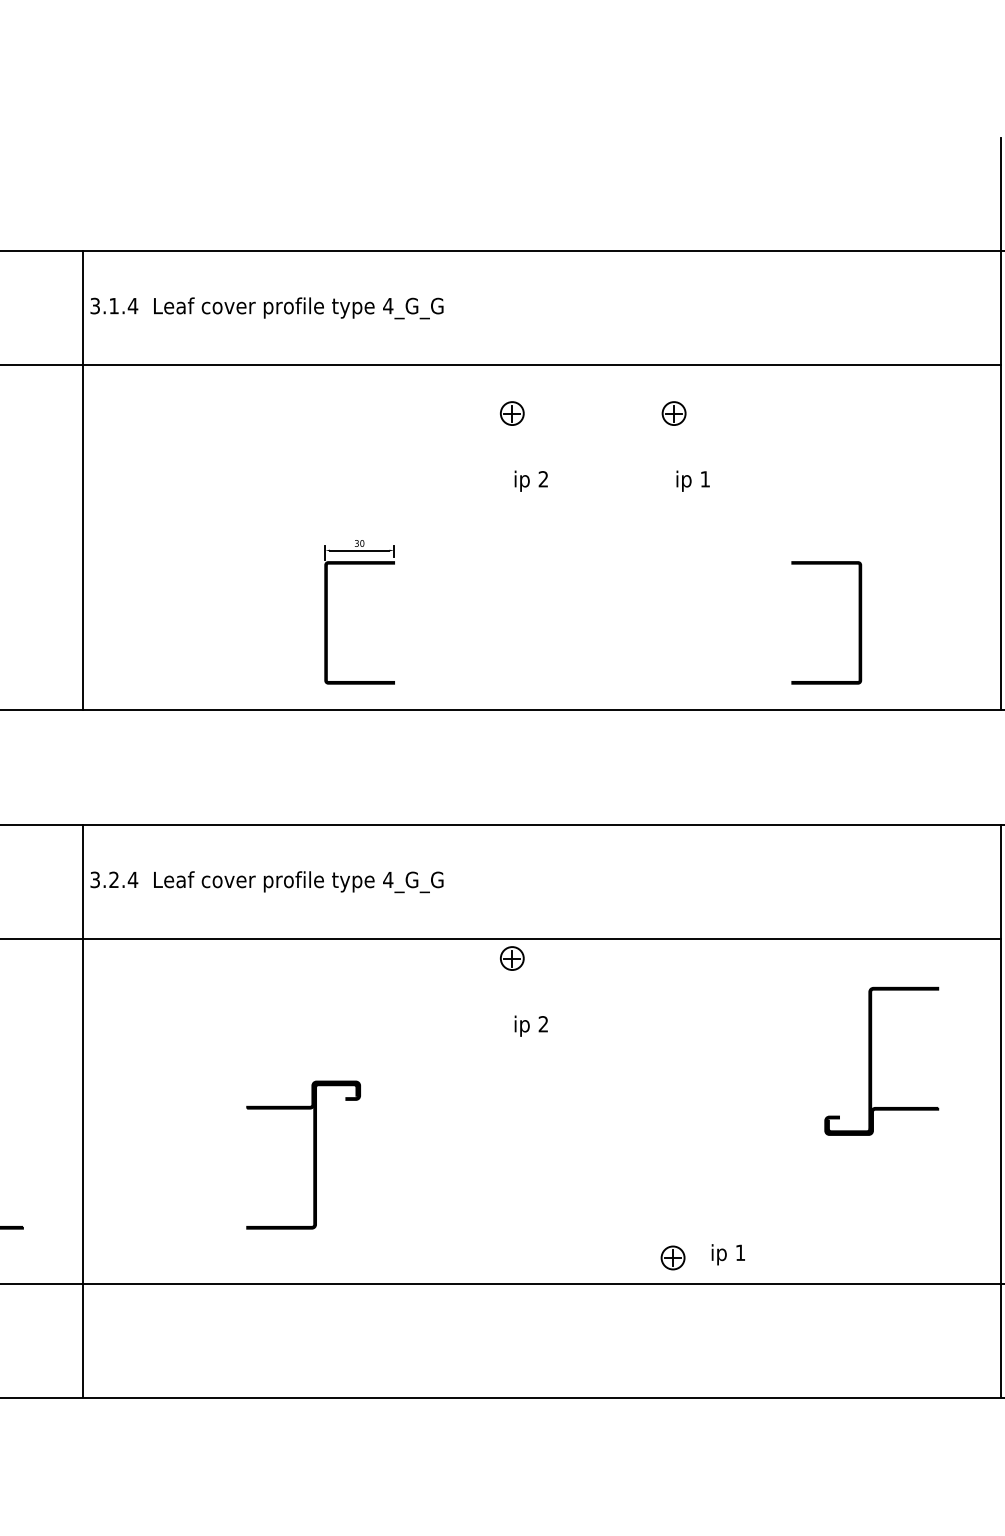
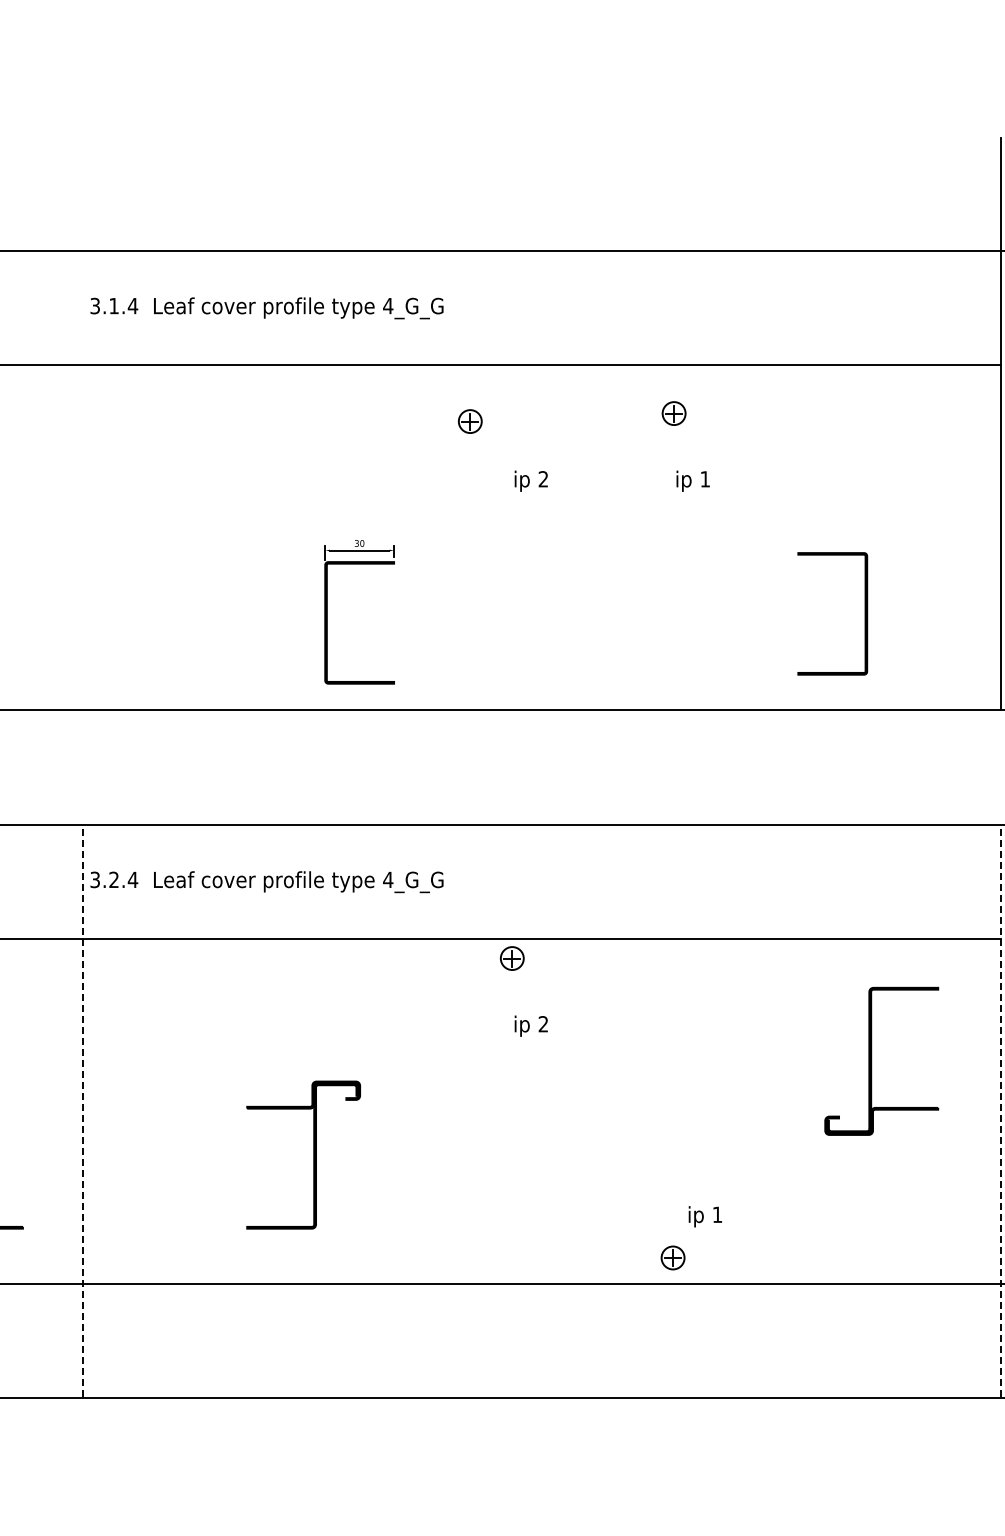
part at (512, 413) position: (512, 413) -> (470, 421)
line at (82, 479): present -> none
part at (858, 622) position: (858, 622) -> (864, 613)
line at (82, 1110): solid -> dashed
line at (1000, 1110): solid -> dashed
text at (727, 1254) position: (727, 1254) -> (704, 1216)
